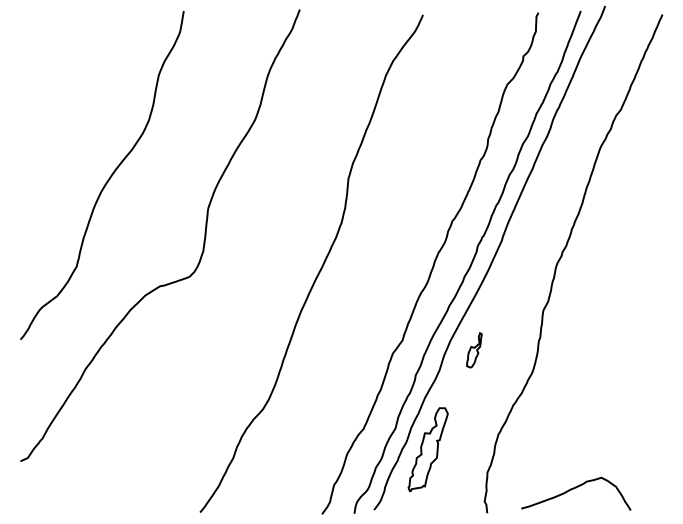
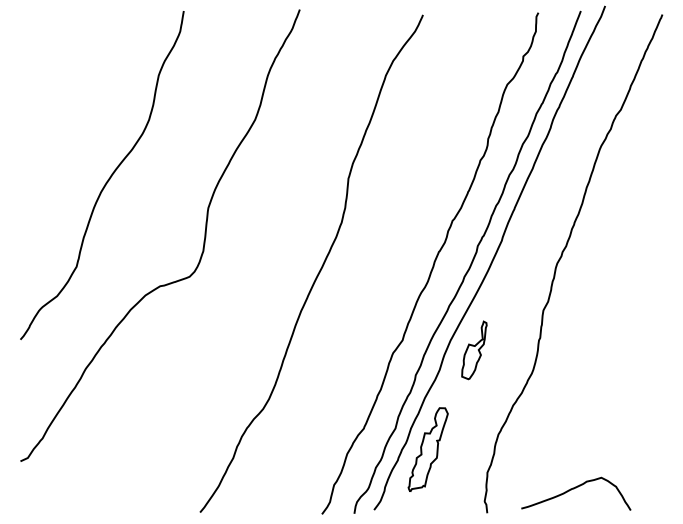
part at (474, 350) size: 17x37 px -> 27x61 px
